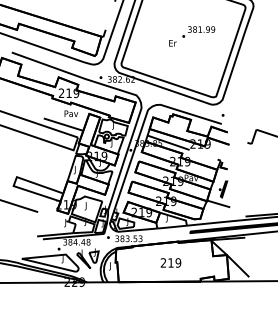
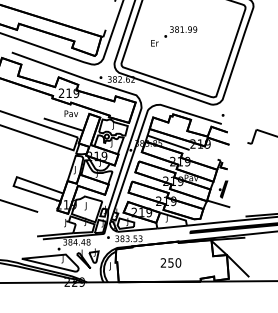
text at (192, 36) position: (192, 36) -> (174, 36)
text at (174, 262): 219 -> 250
